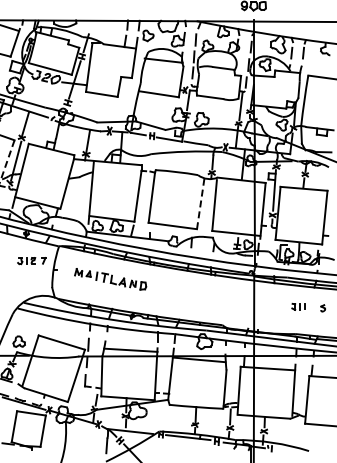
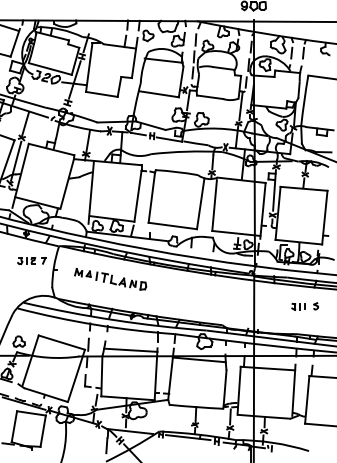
line at (7, 161): dashed -> solid
line at (200, 203): dashed -> solid
part at (322, 308) position: (322, 308) -> (315, 306)
